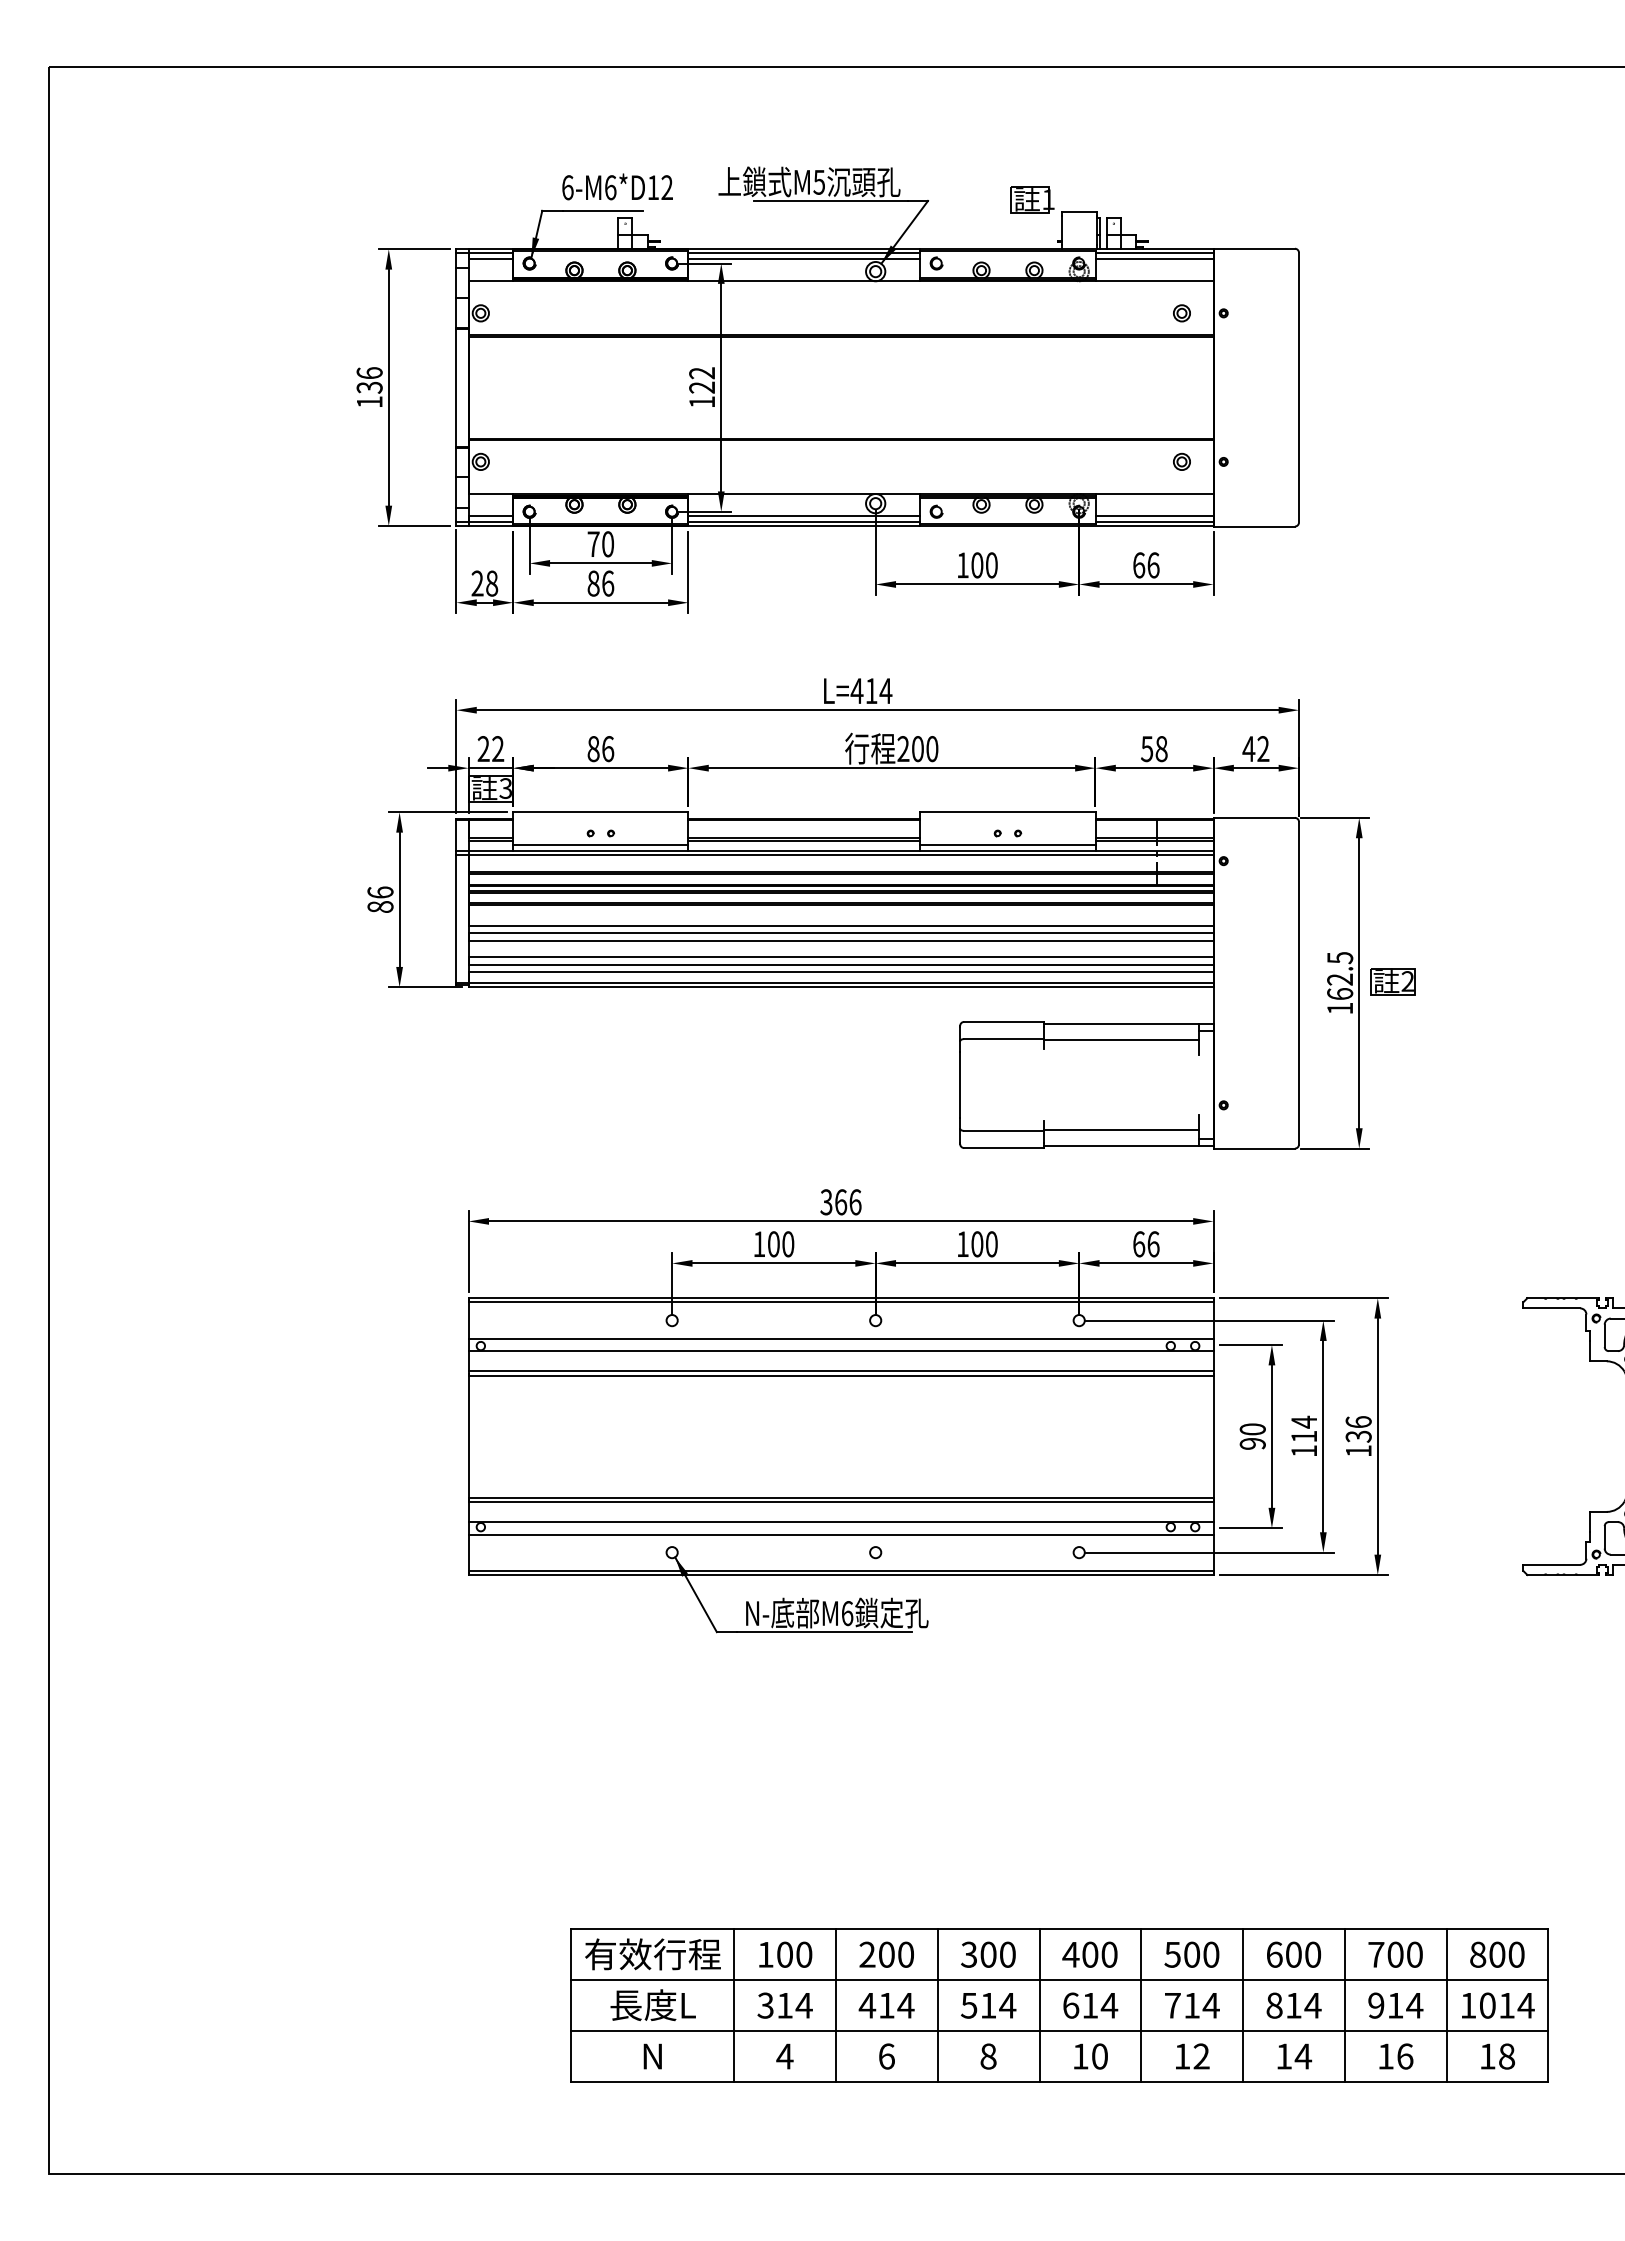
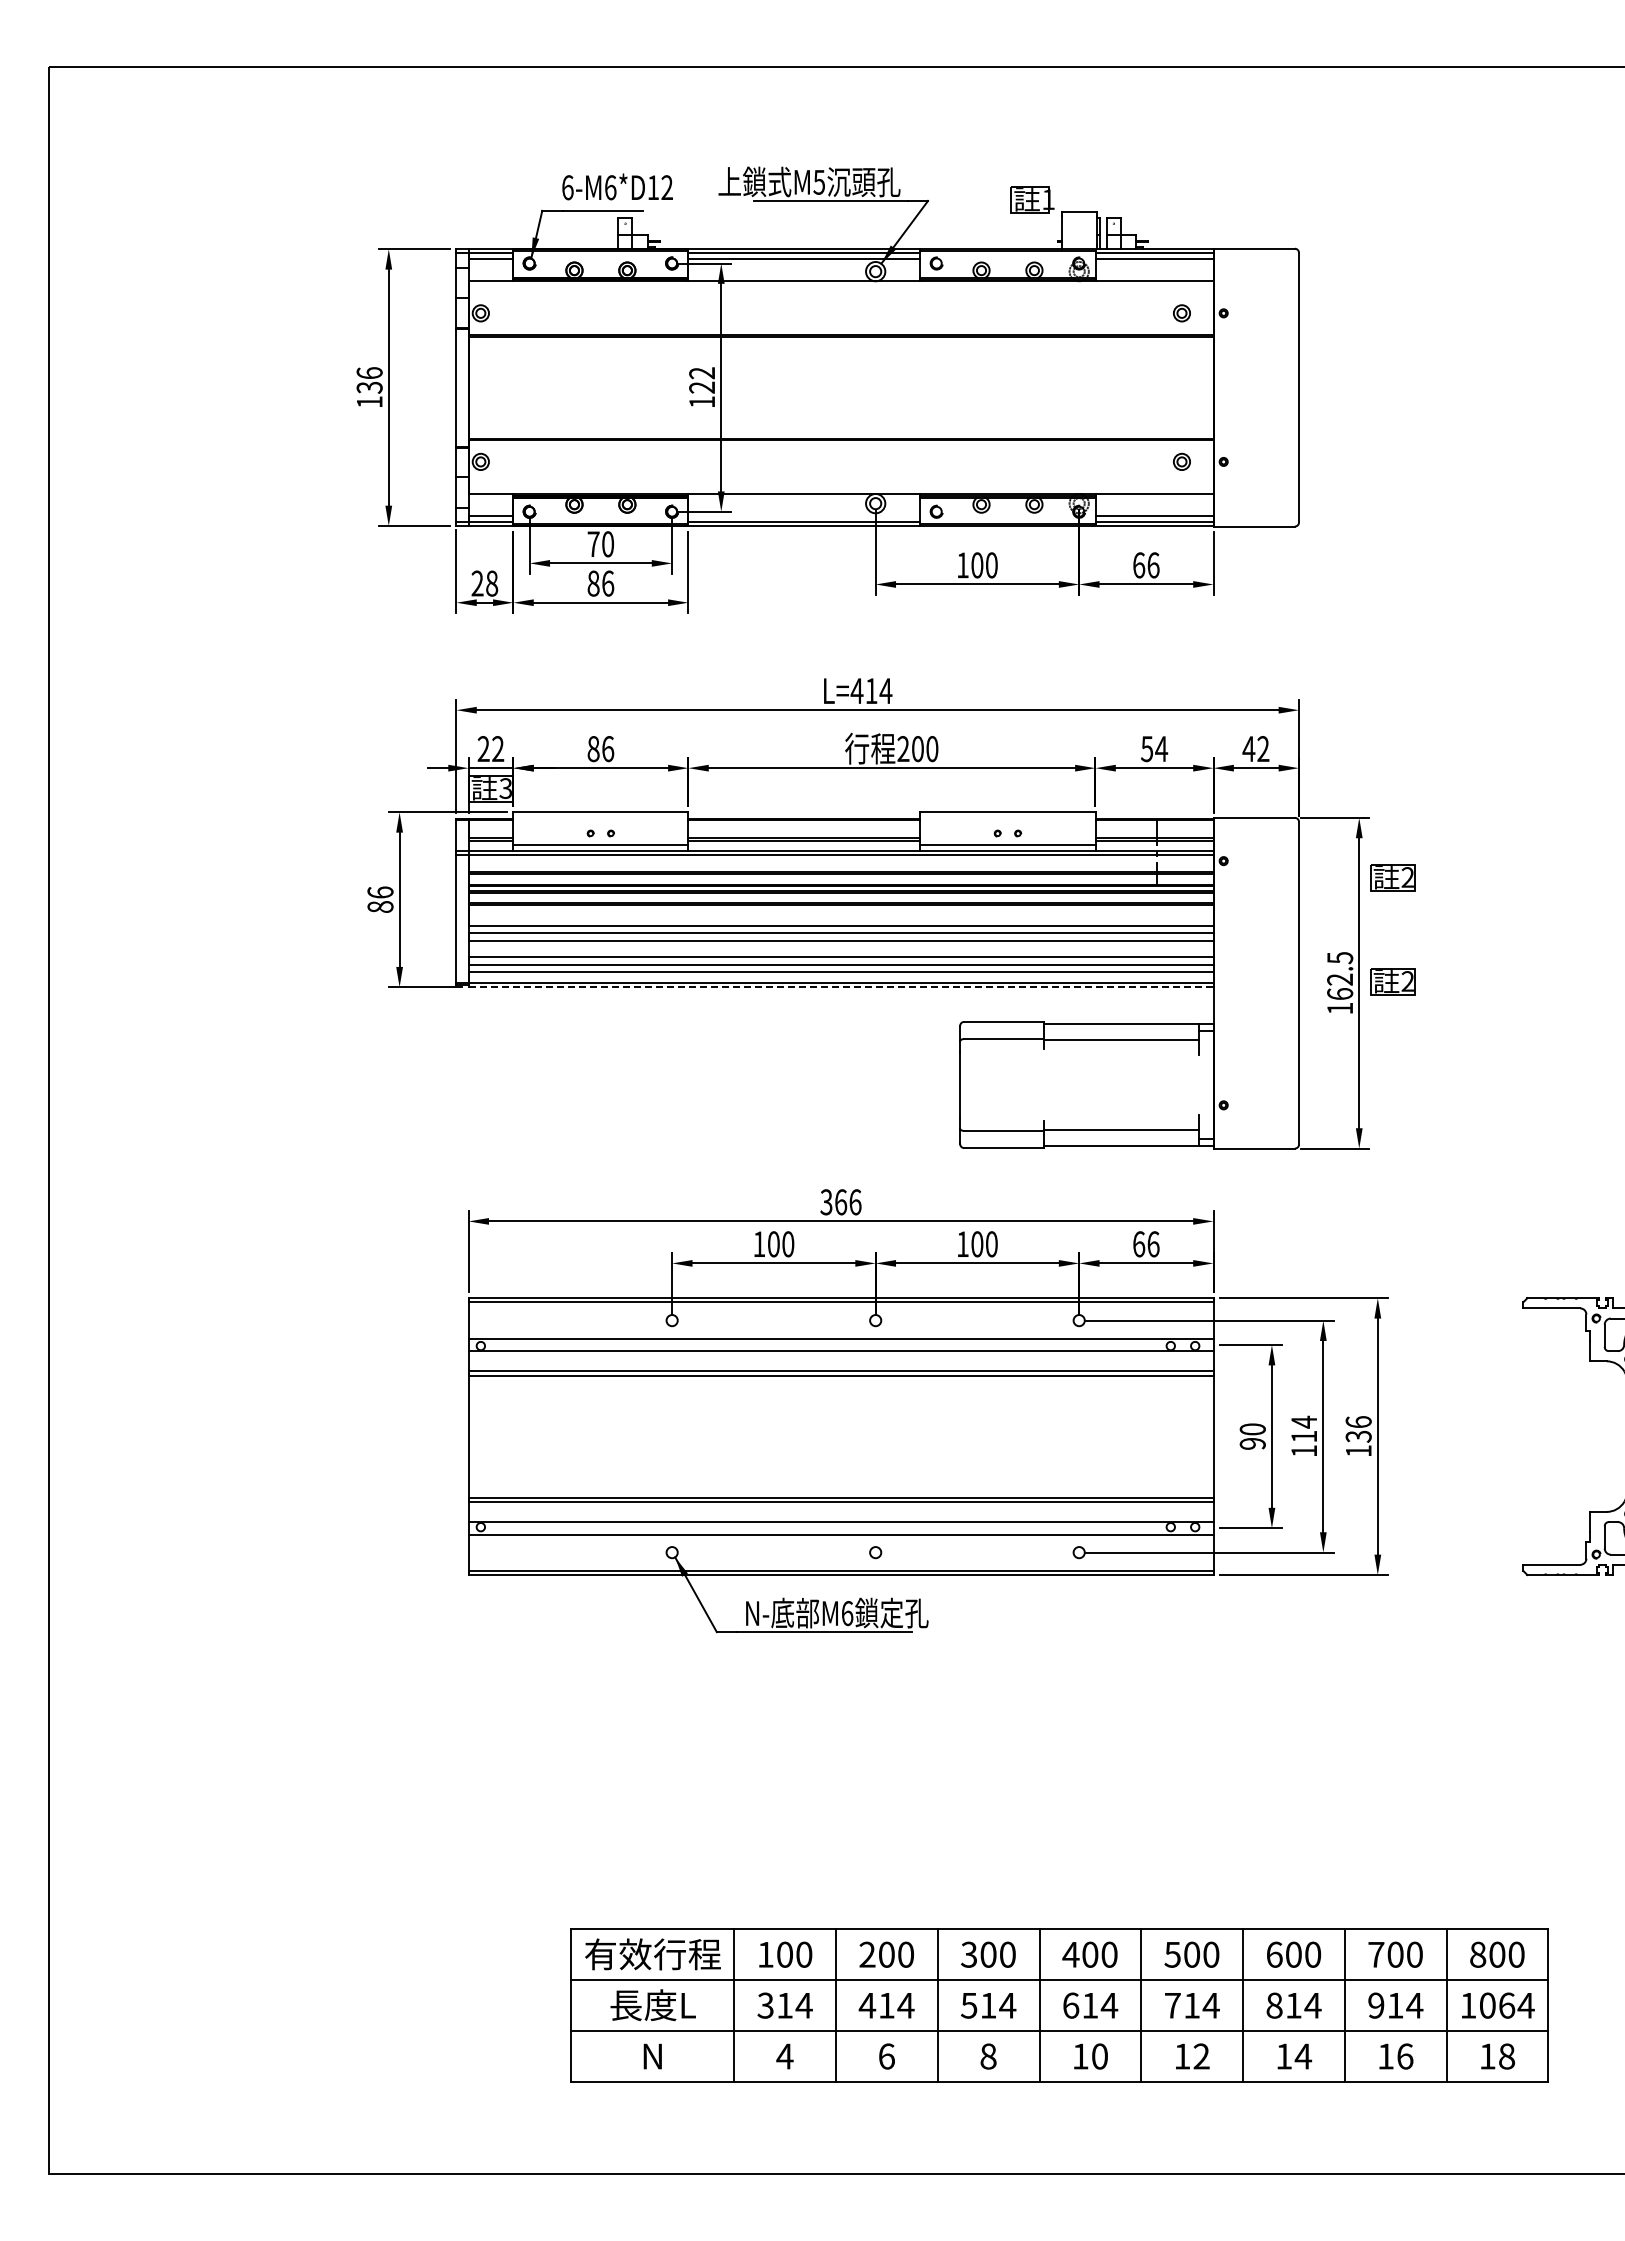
line at (804, 515): present -> none
text at (1161, 749): 58 -> 54
part at (1392, 877): none -> present
line at (841, 987): solid -> dashed
text at (1507, 2005): 1014 -> 1064
